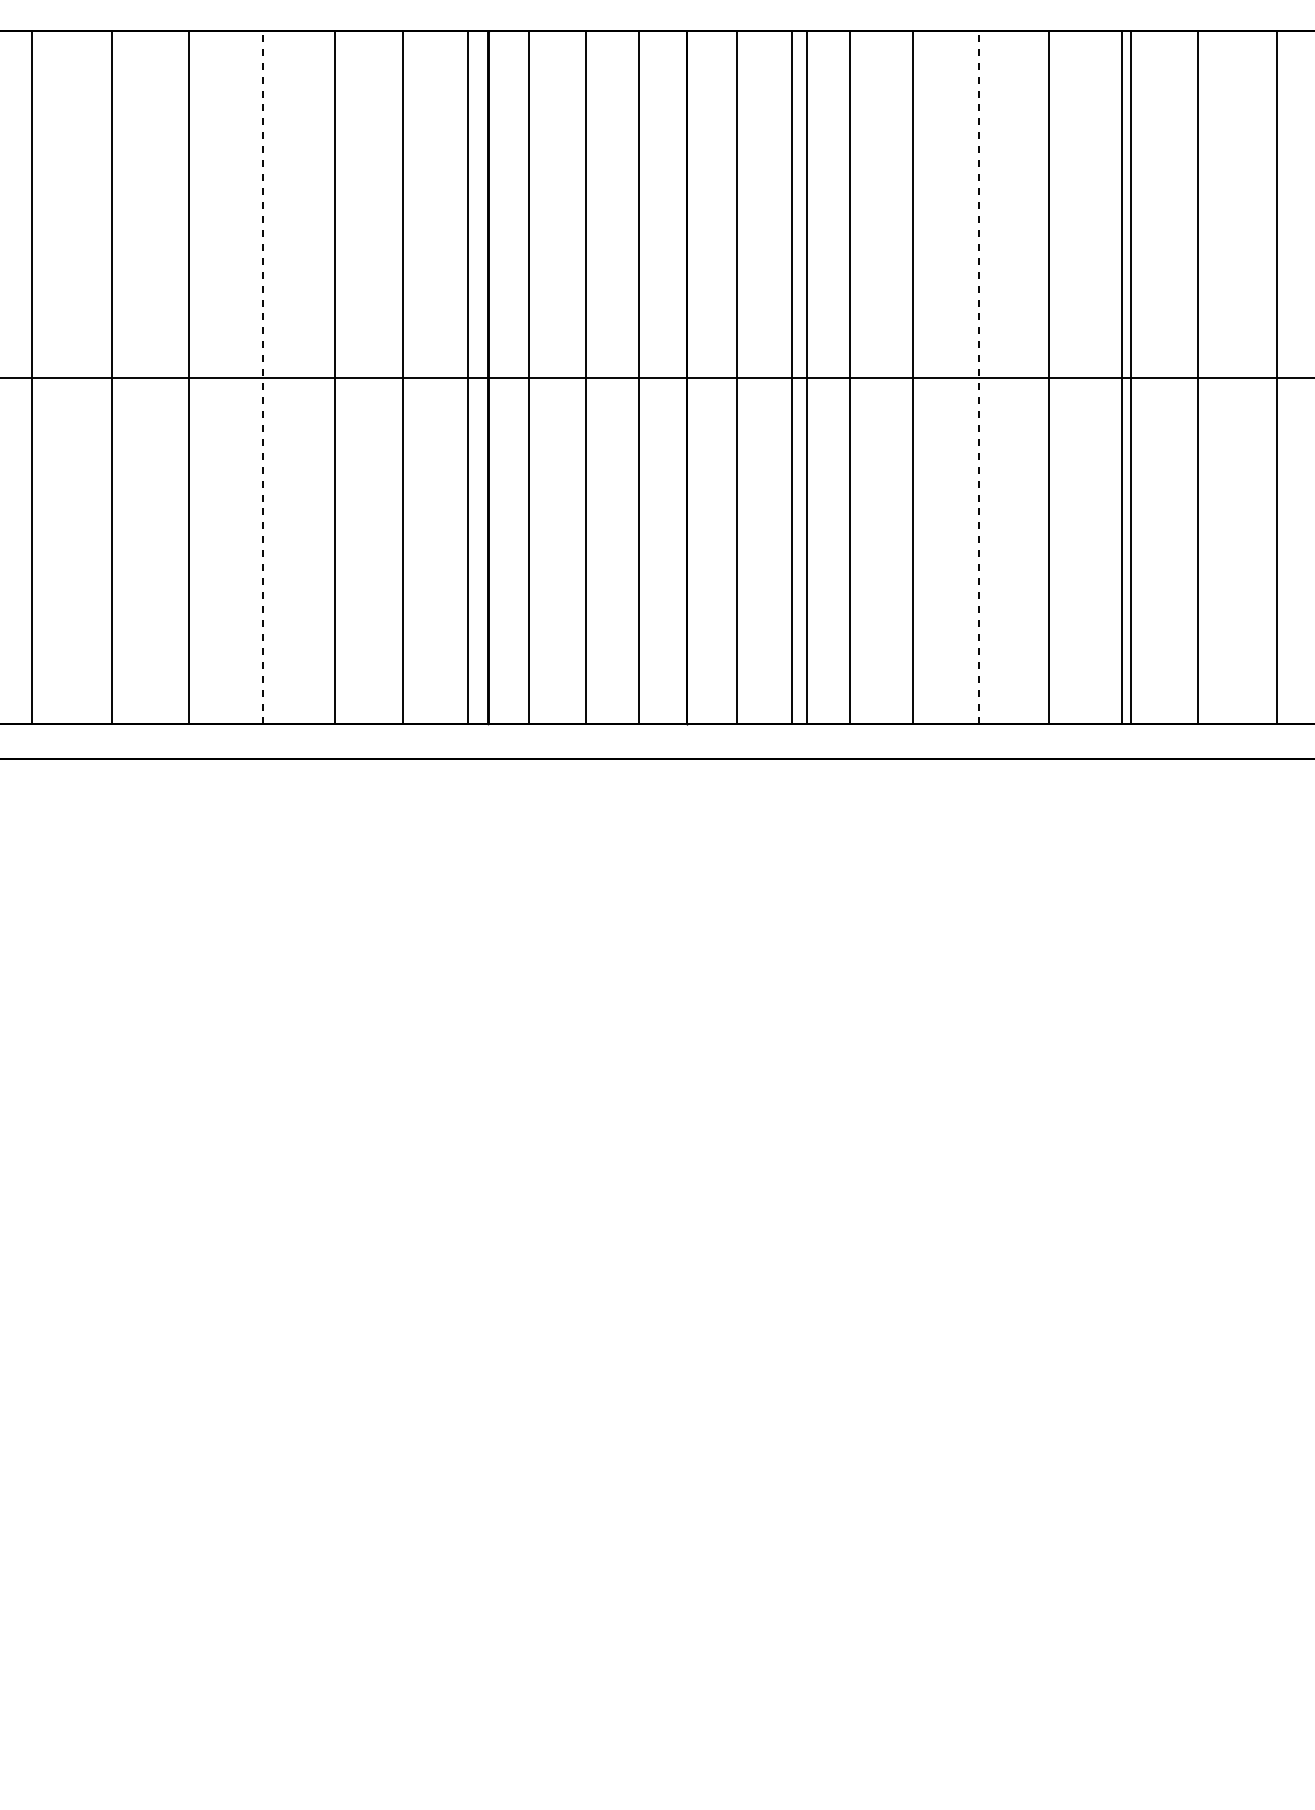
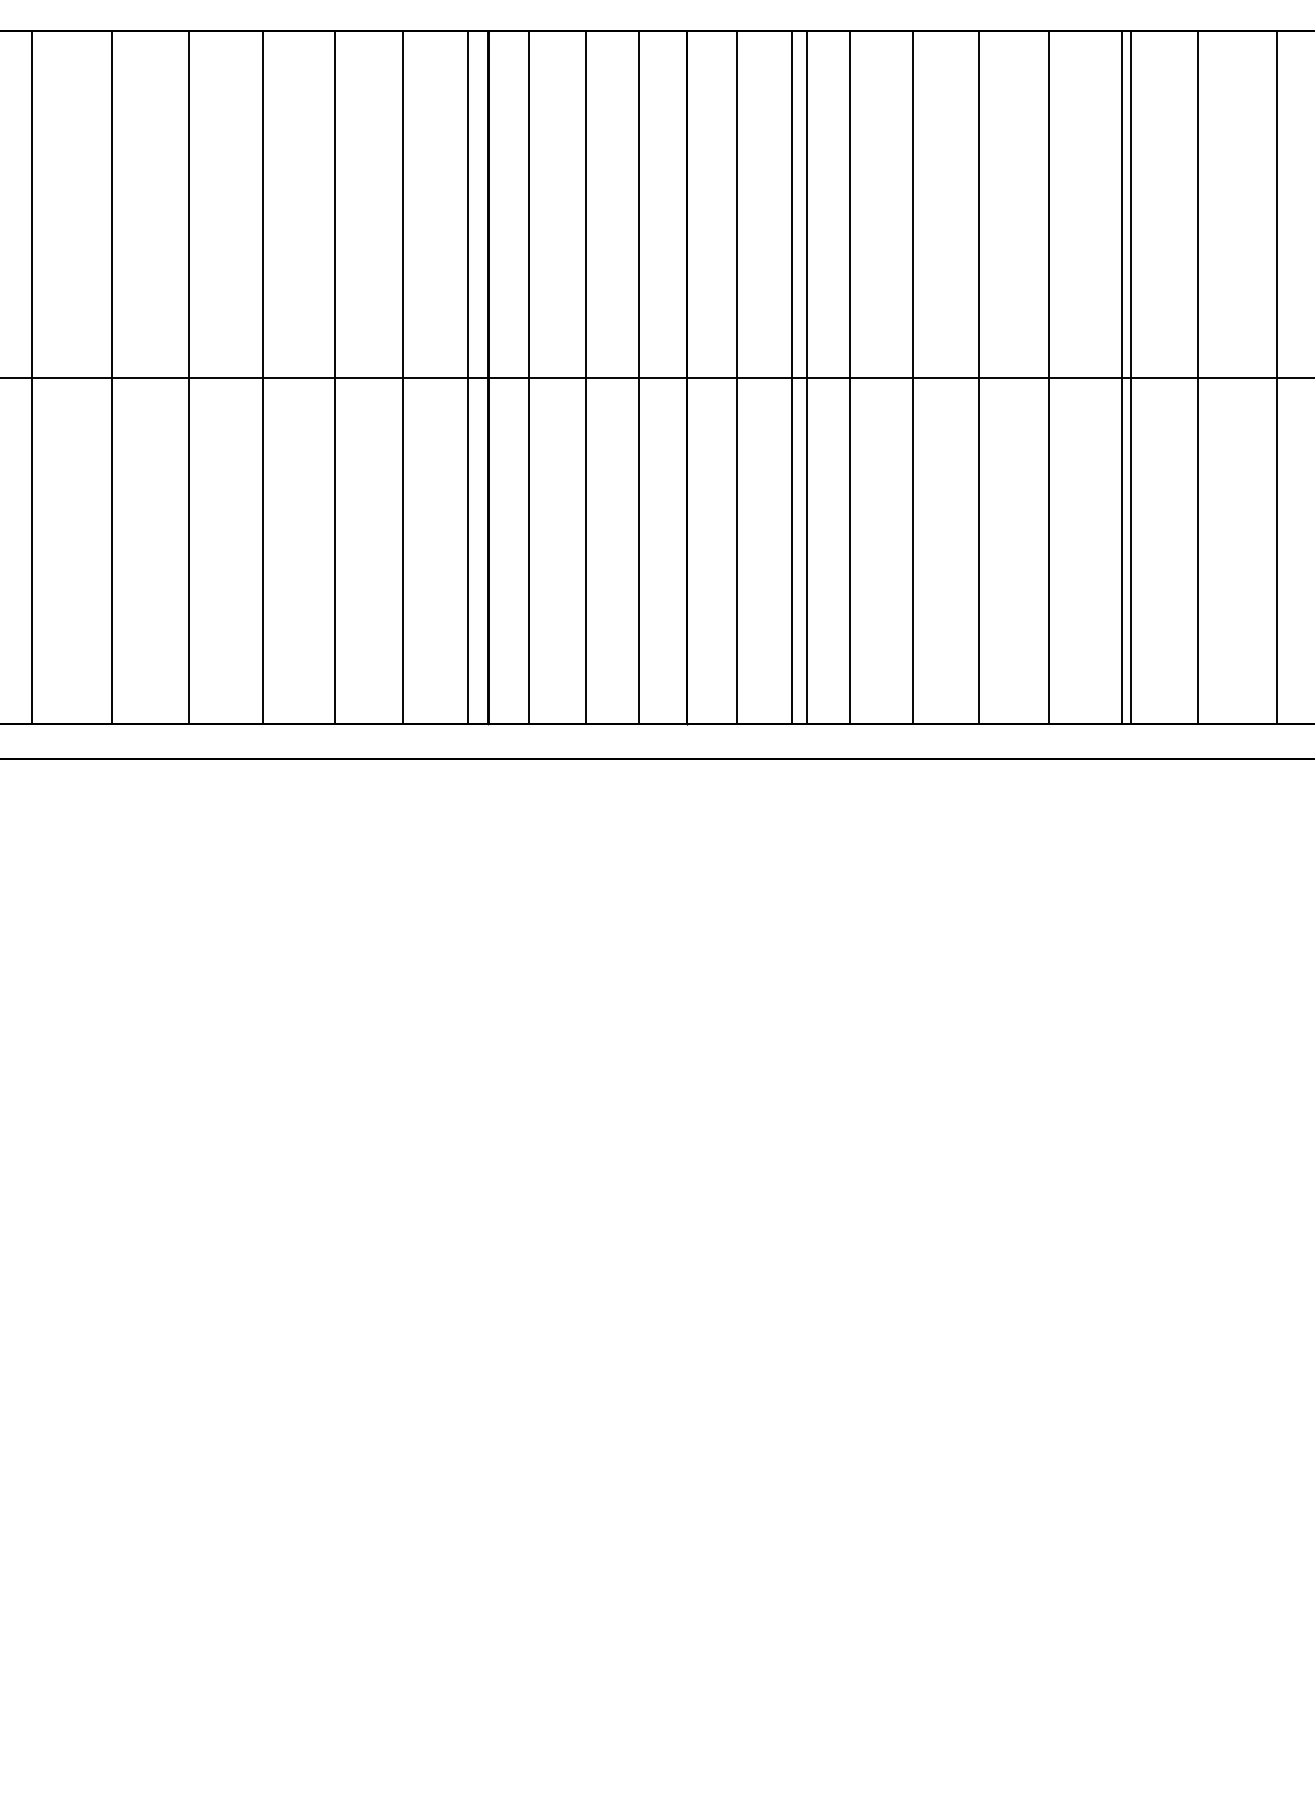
line at (263, 377): dashed -> solid
line at (979, 377): dashed -> solid
